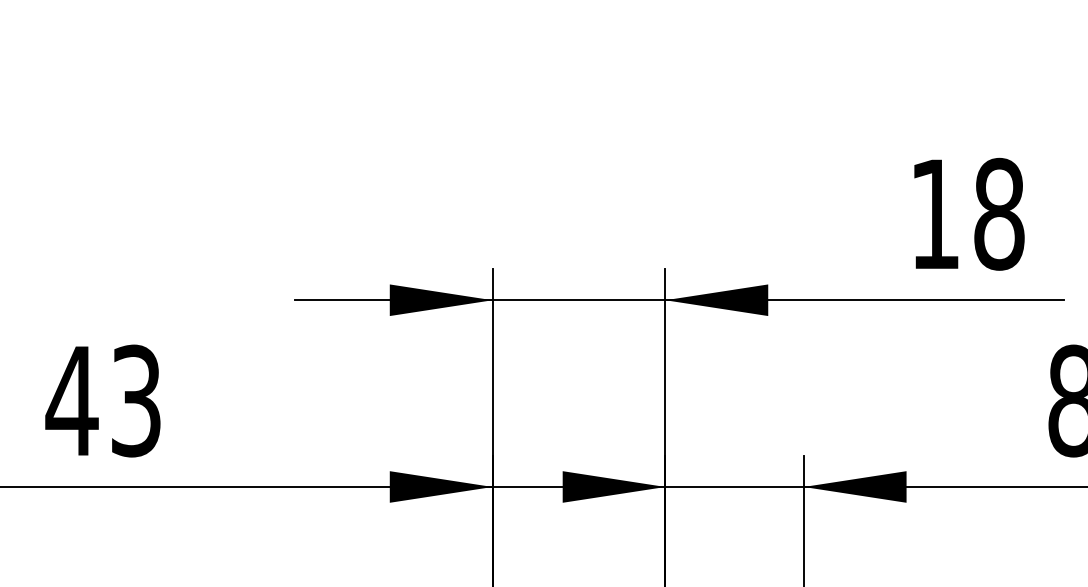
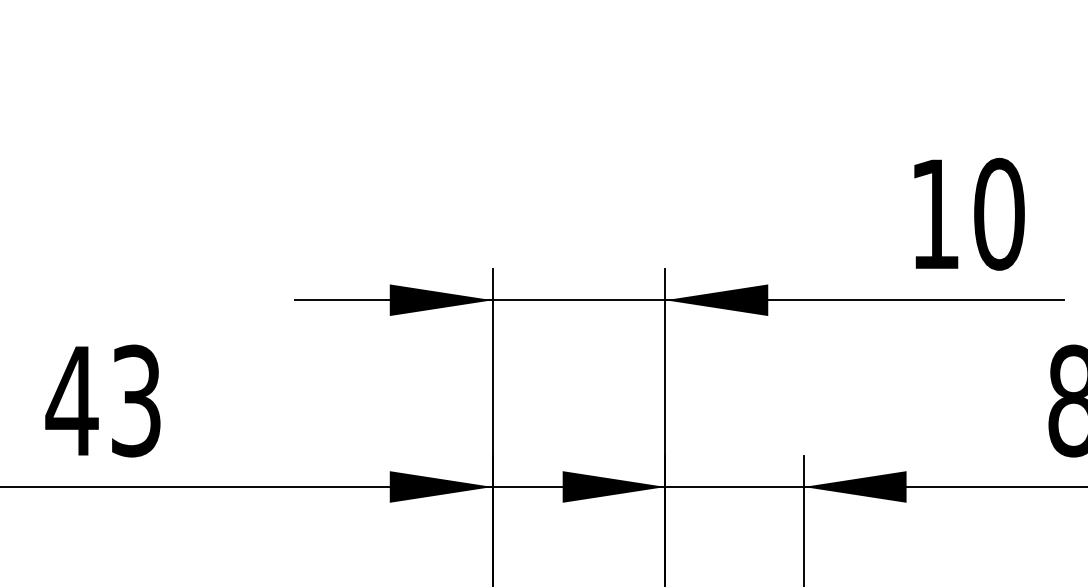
text at (999, 214): 18 -> 10
